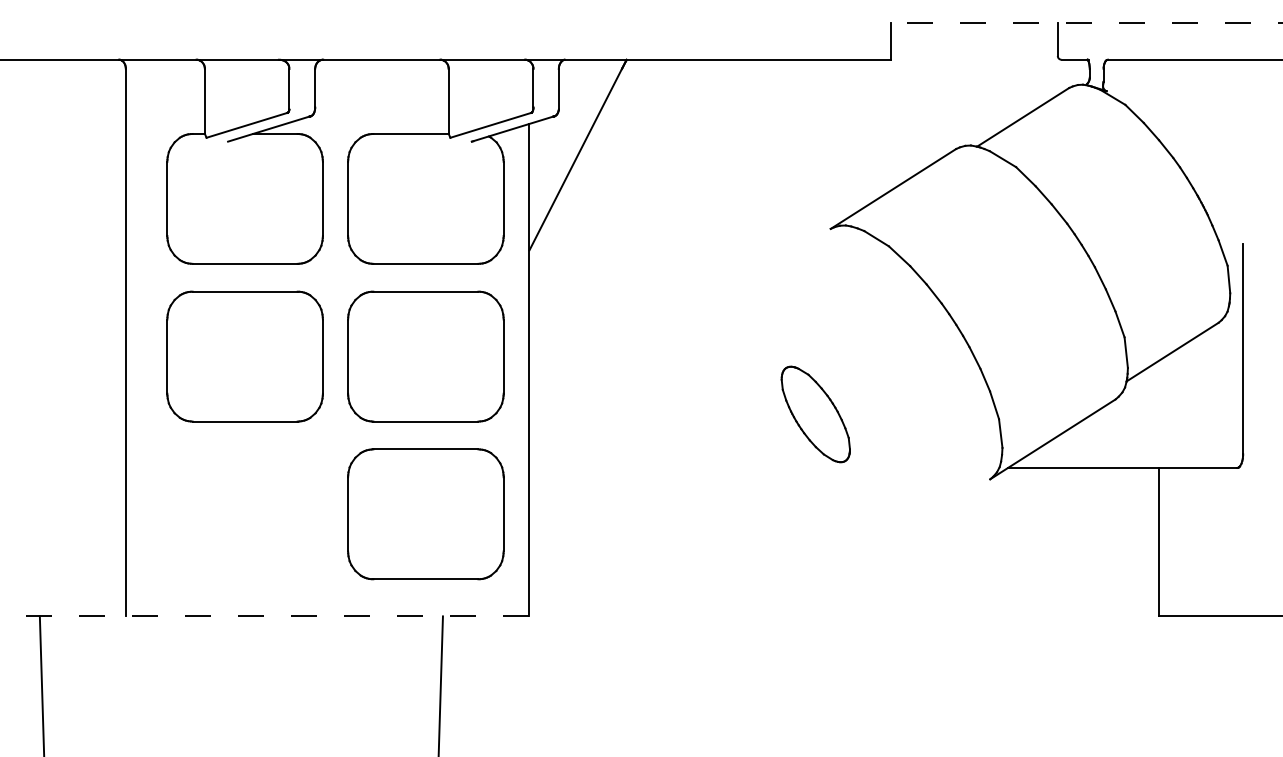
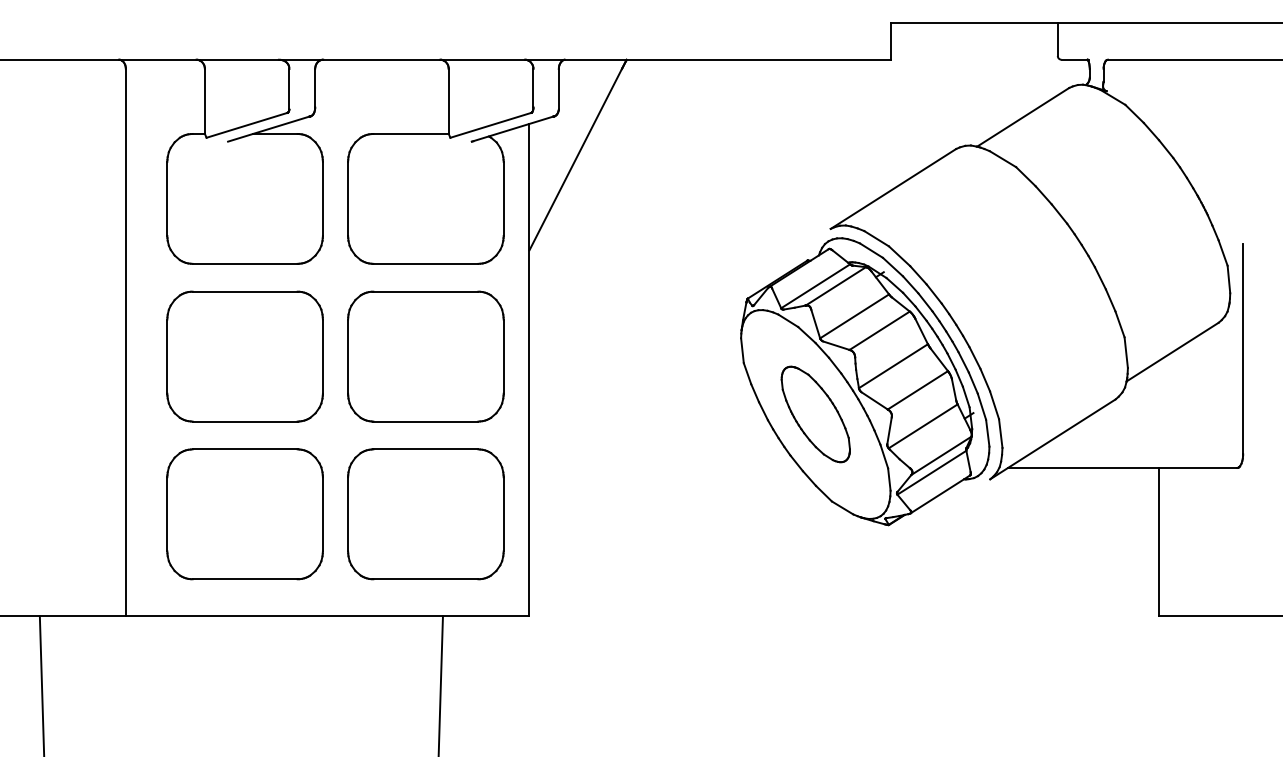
line at (1086, 22): dashed -> solid
part at (865, 381): none -> present
part at (244, 514): none -> present
line at (264, 616): dashed -> solid
